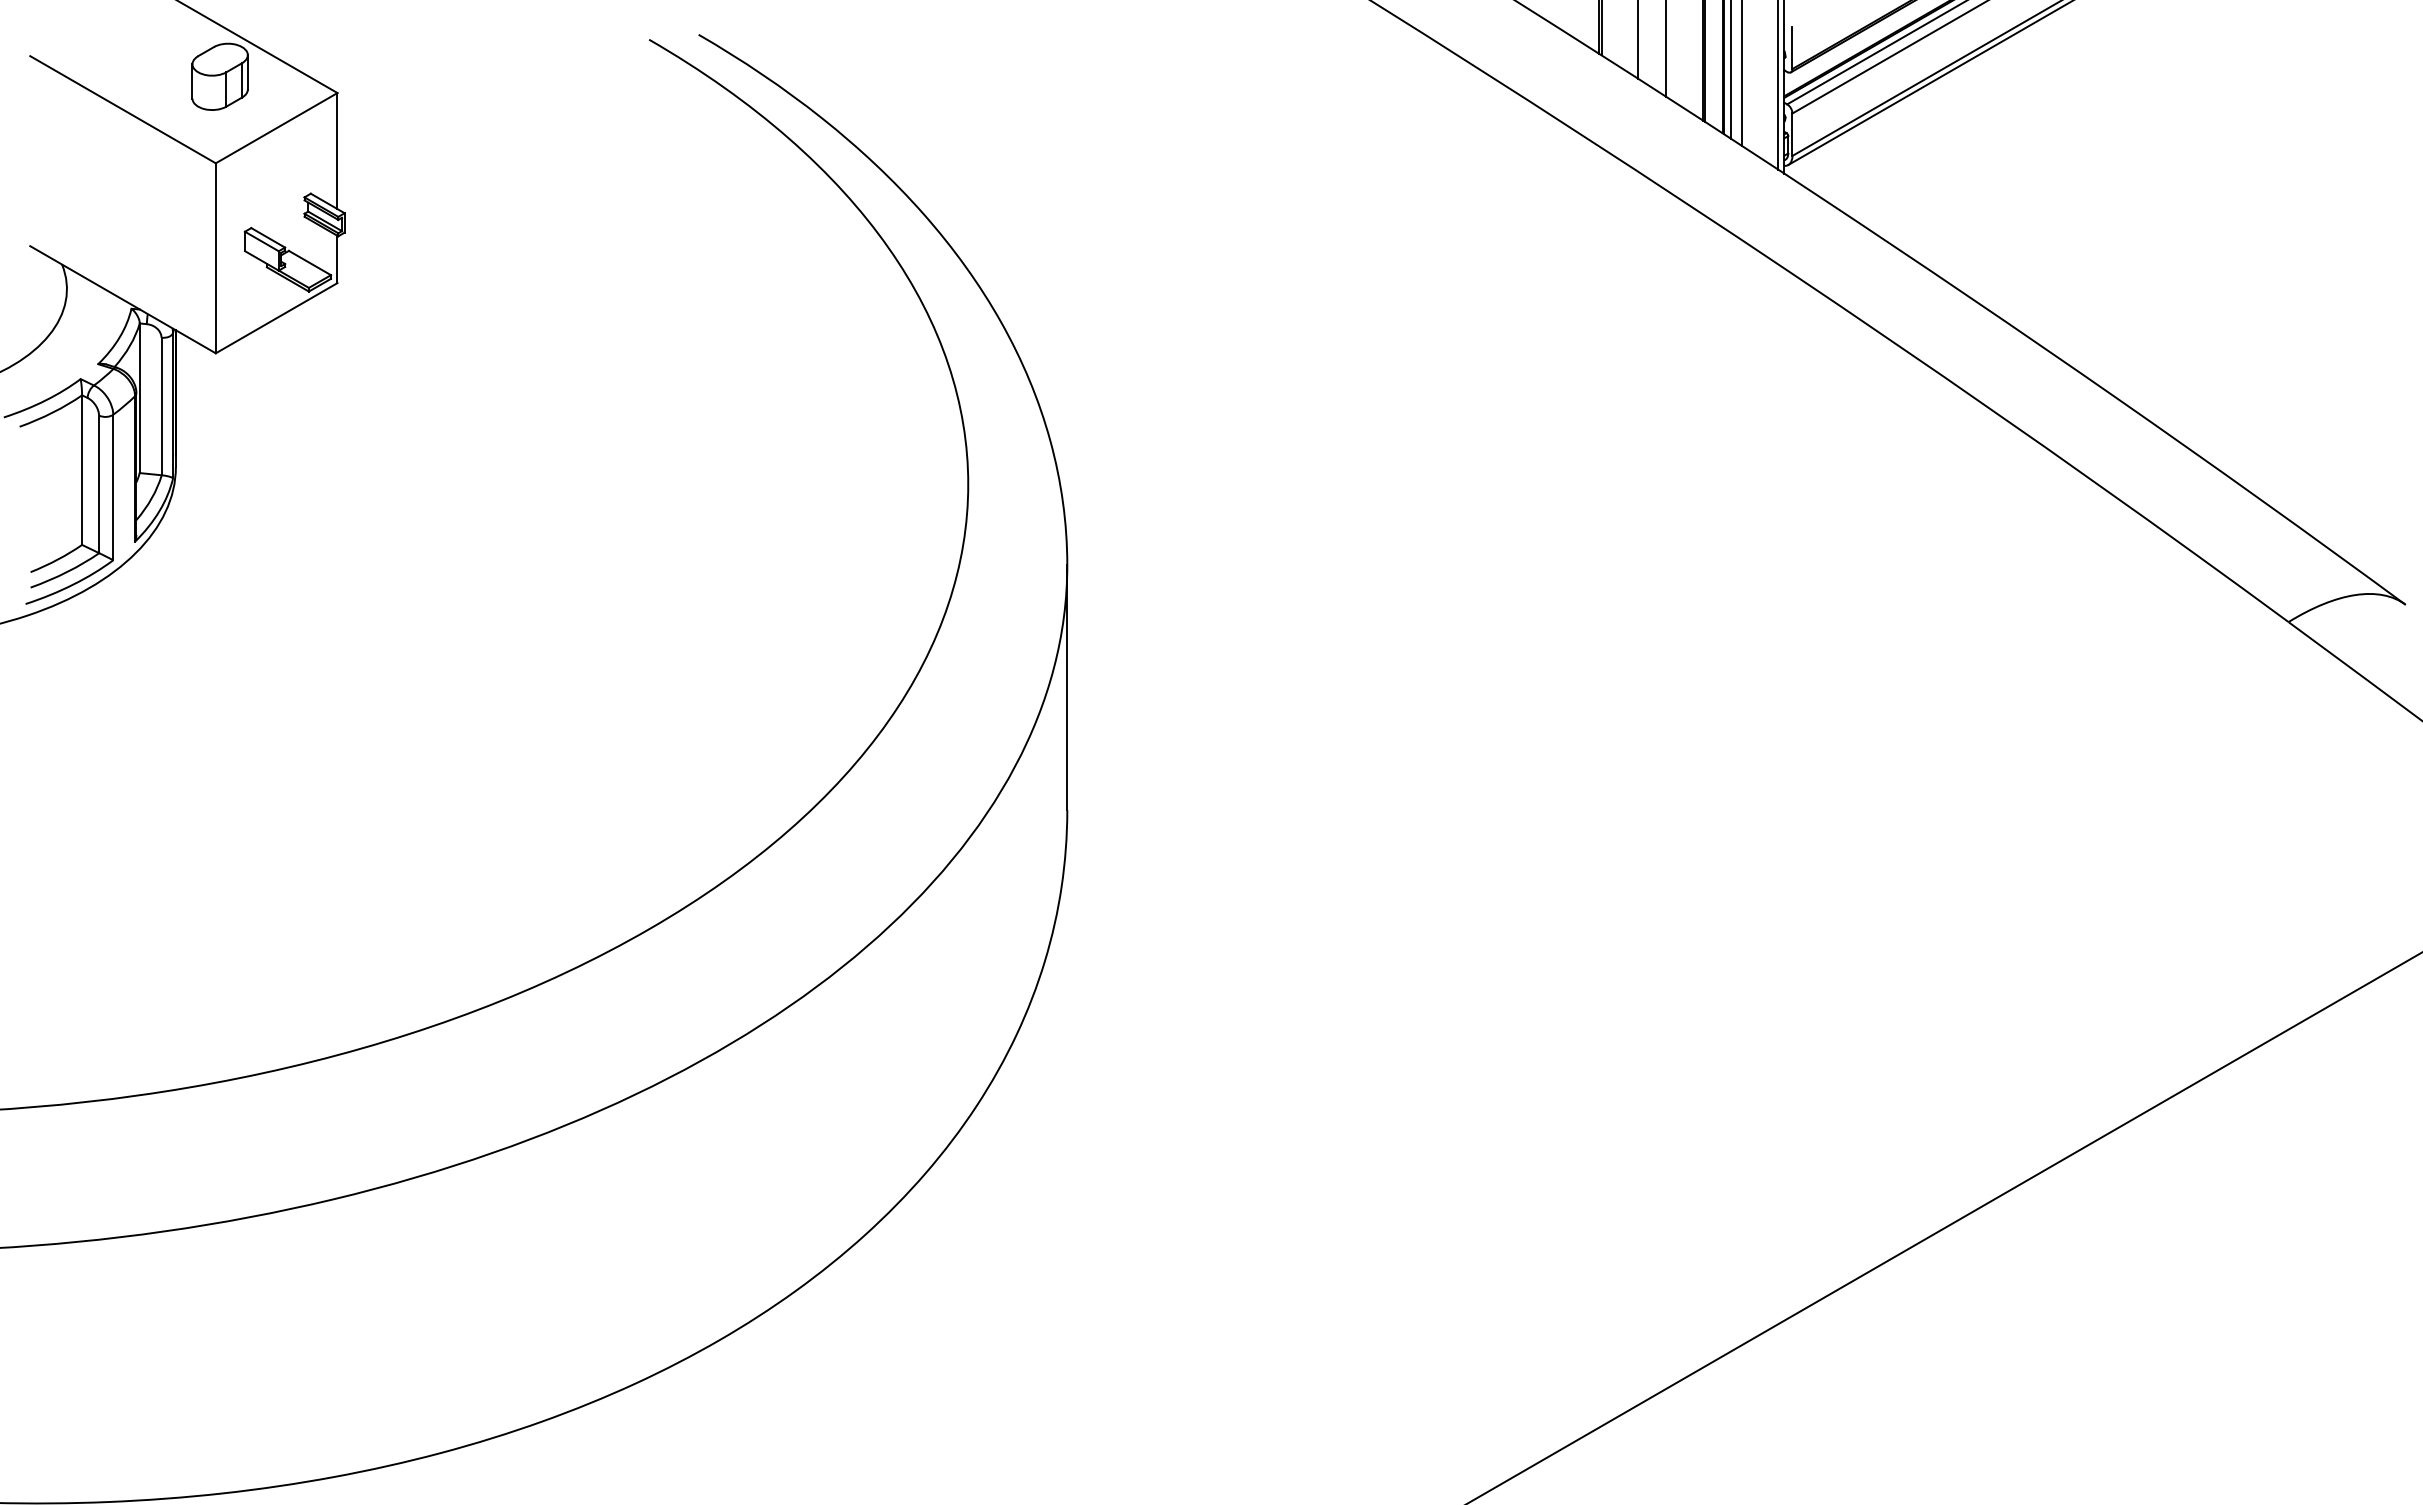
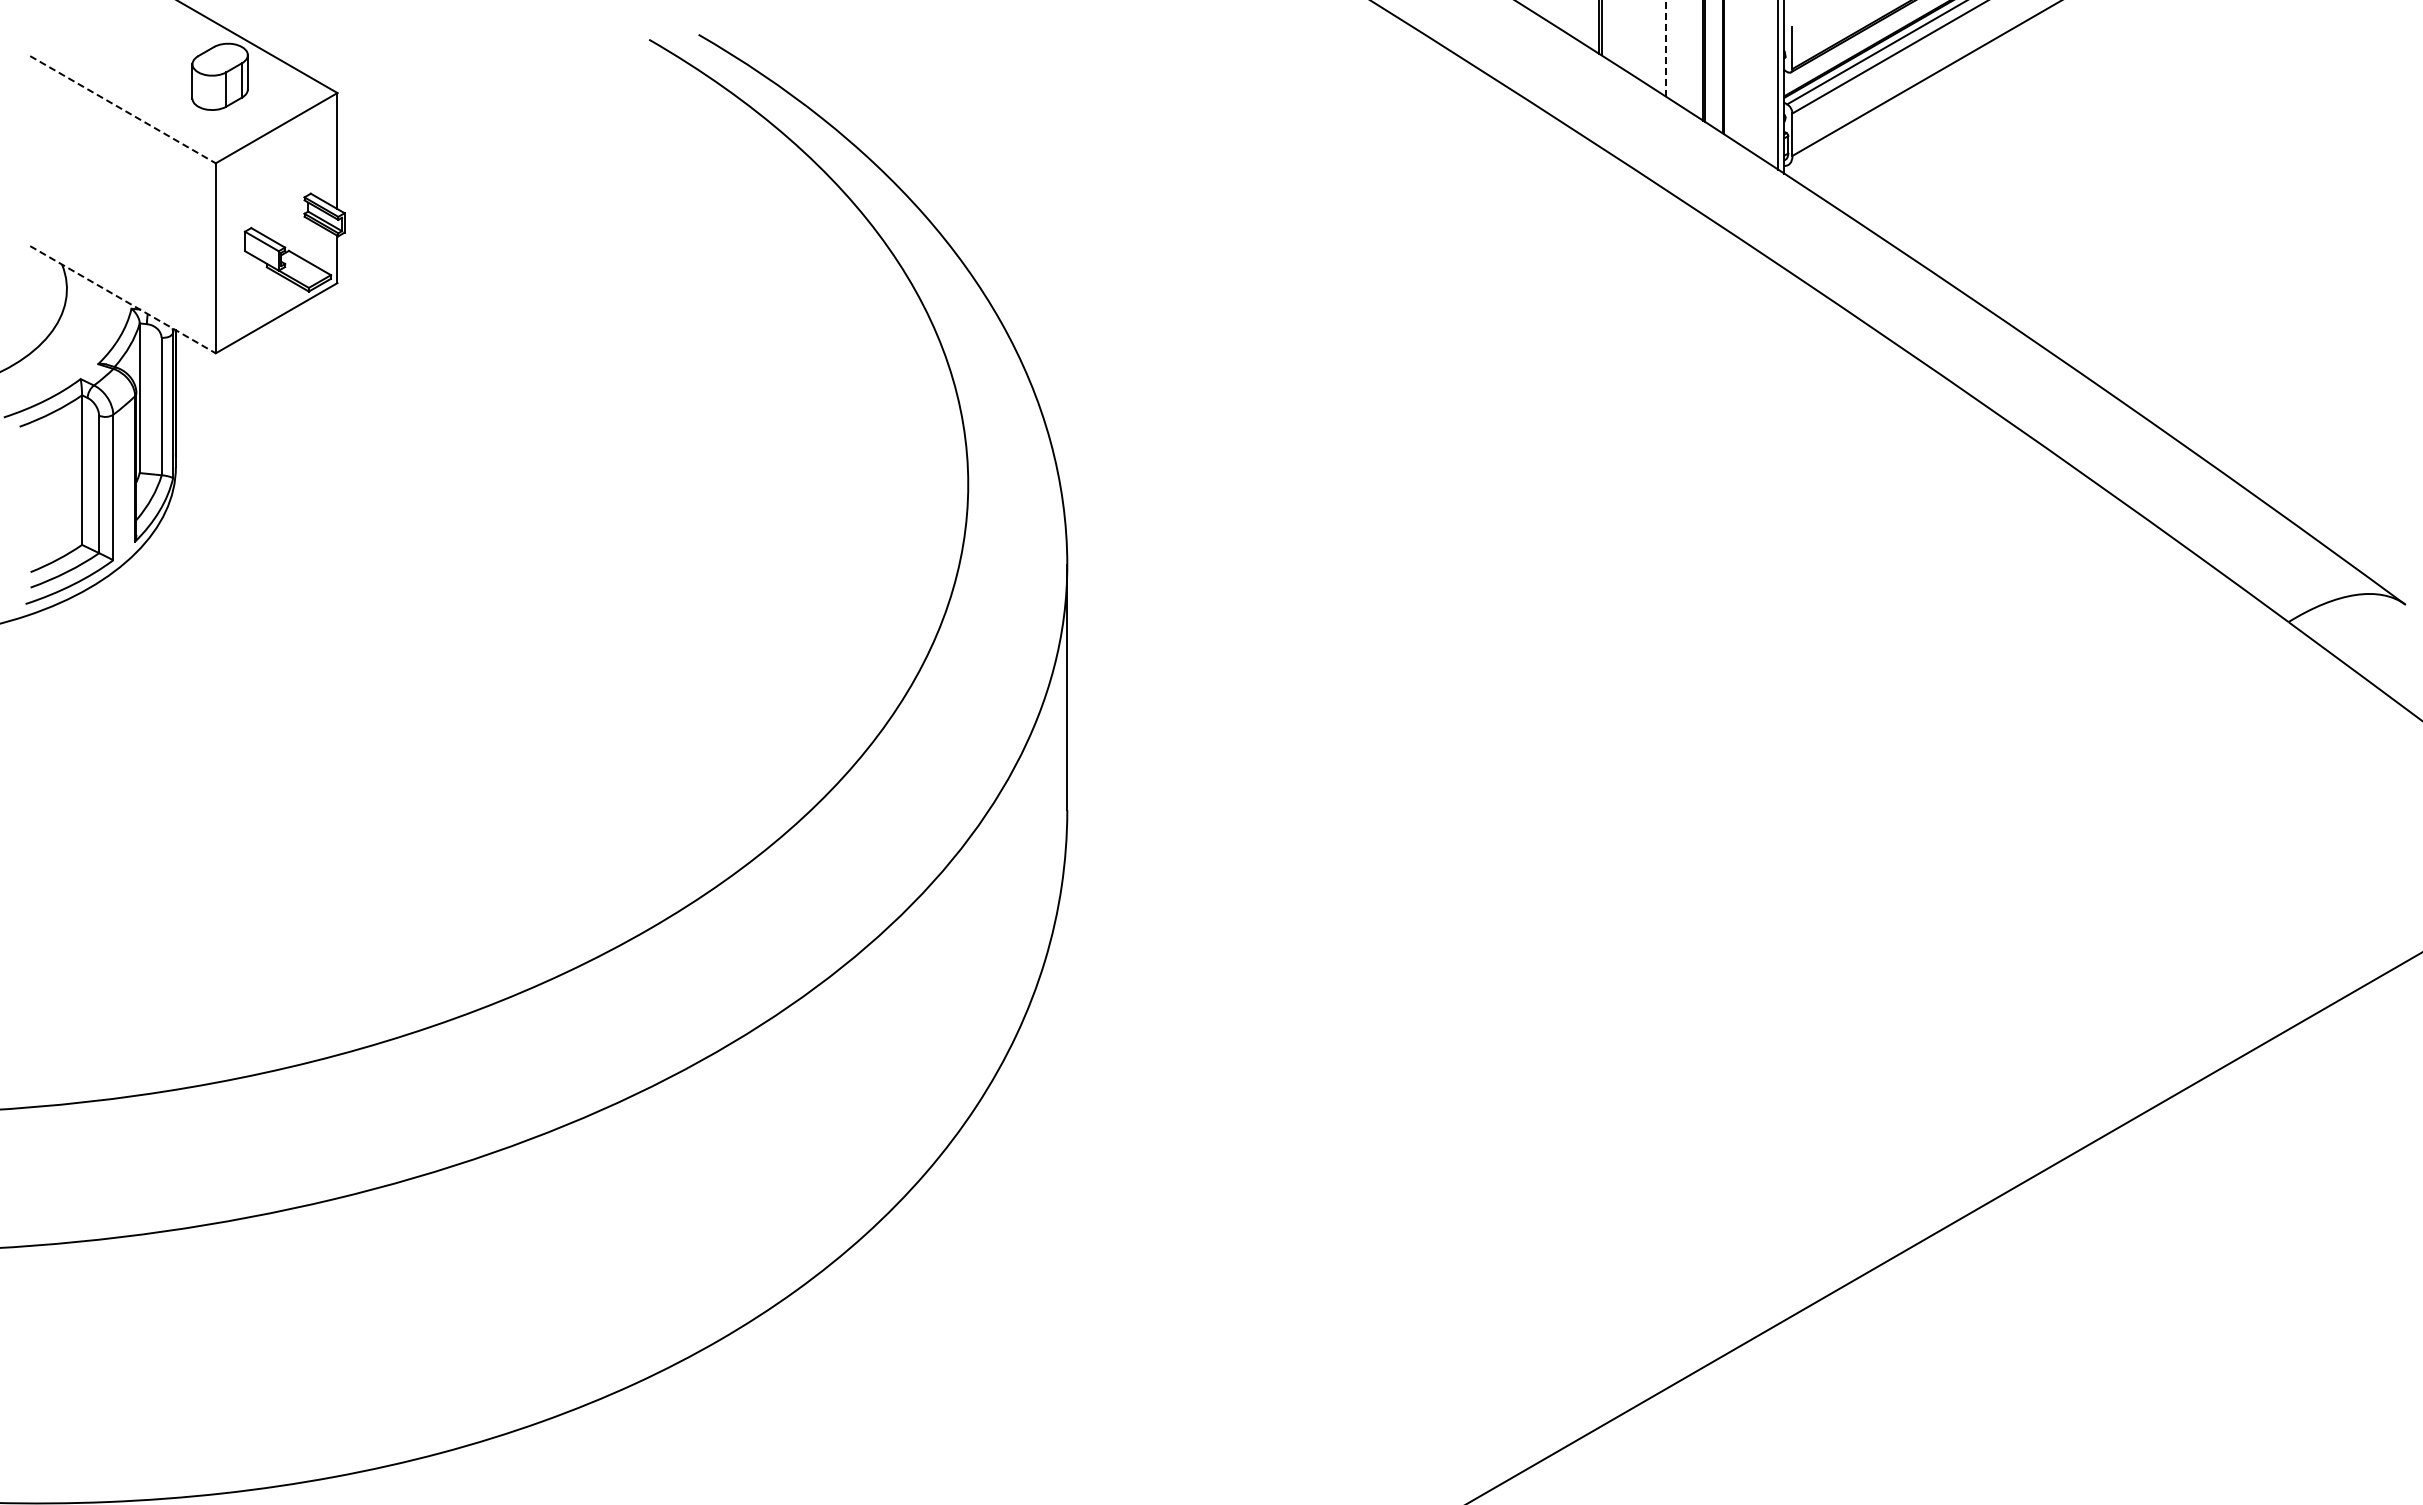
line at (1638, 40): present -> none
line at (1666, 48): solid -> dashed
line at (1731, 70): present -> none
line at (1741, 73): present -> none
line at (1928, 83): present -> none
line at (123, 109): solid -> dashed
line at (123, 300): solid -> dashed
